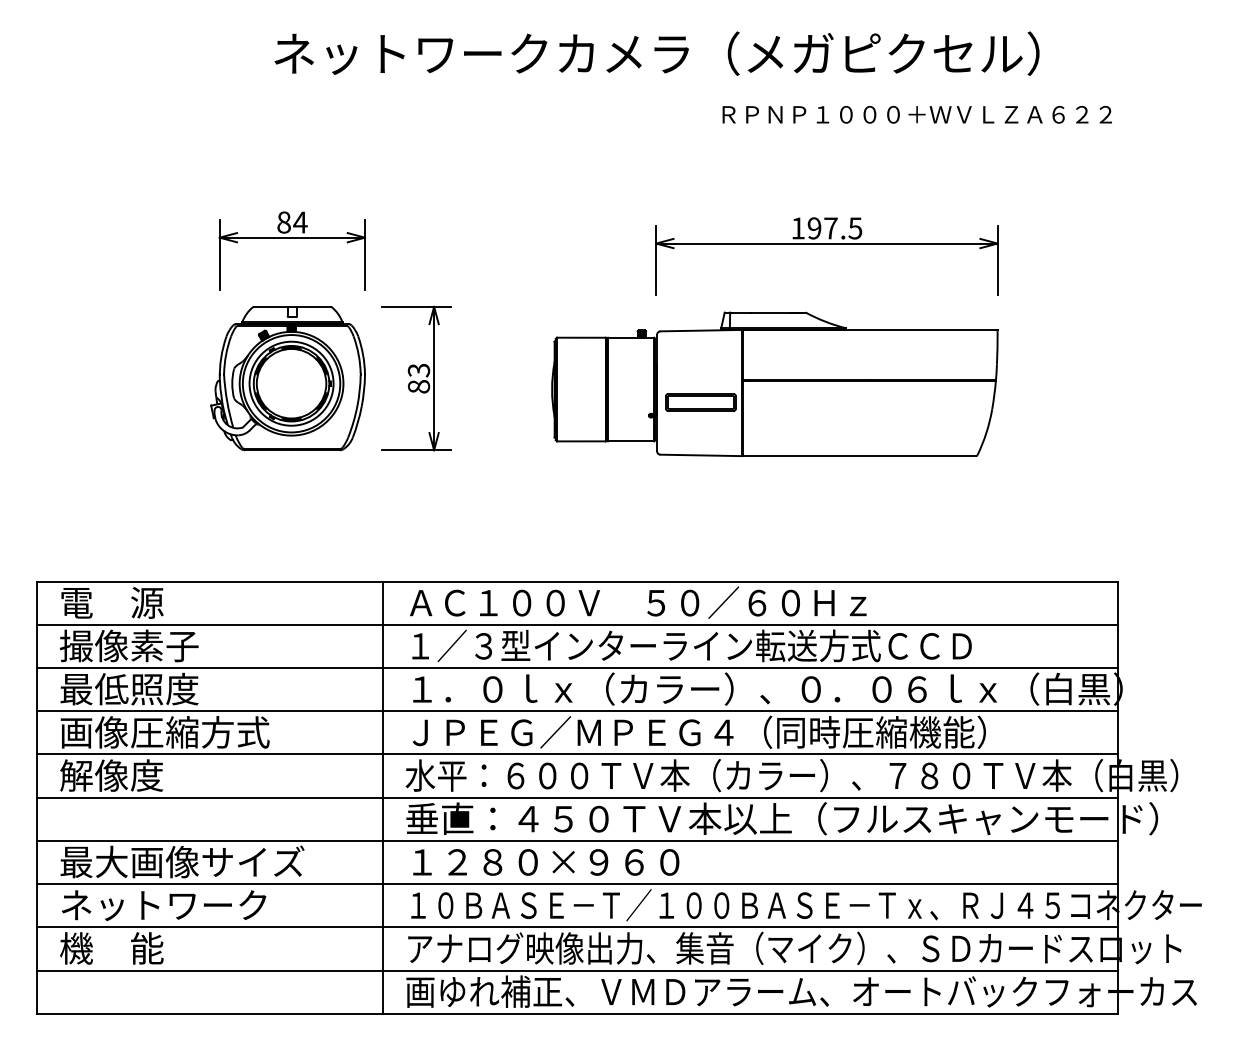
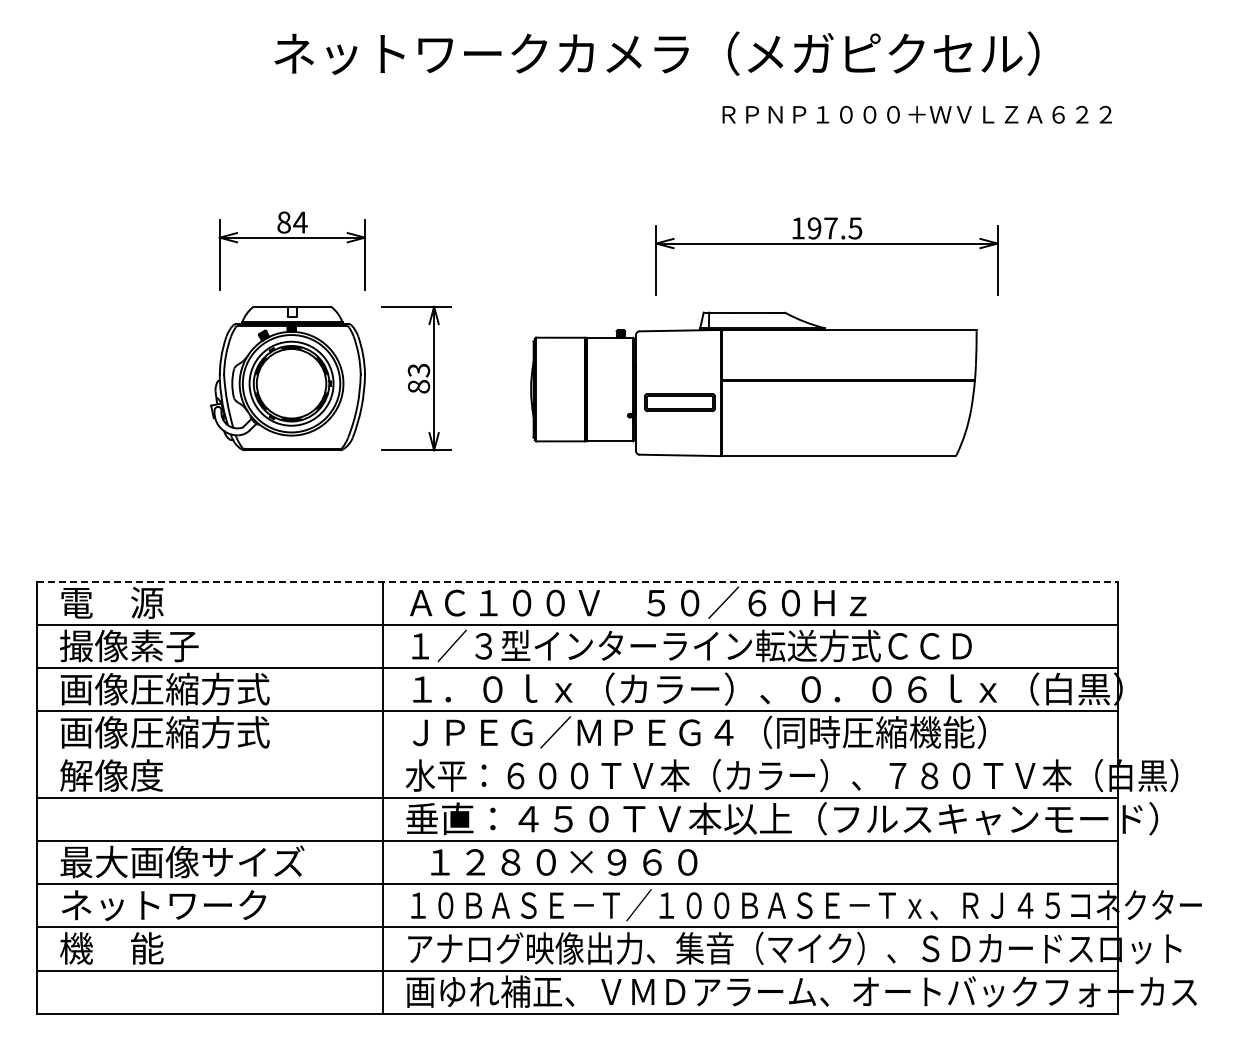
part at (774, 383) position: (774, 383) -> (753, 383)
line at (577, 581): solid -> dashed
text at (164, 688): 最低照度 -> 画像圧縮方式
line at (577, 754): present -> none
text at (546, 862) position: (546, 862) -> (564, 862)
